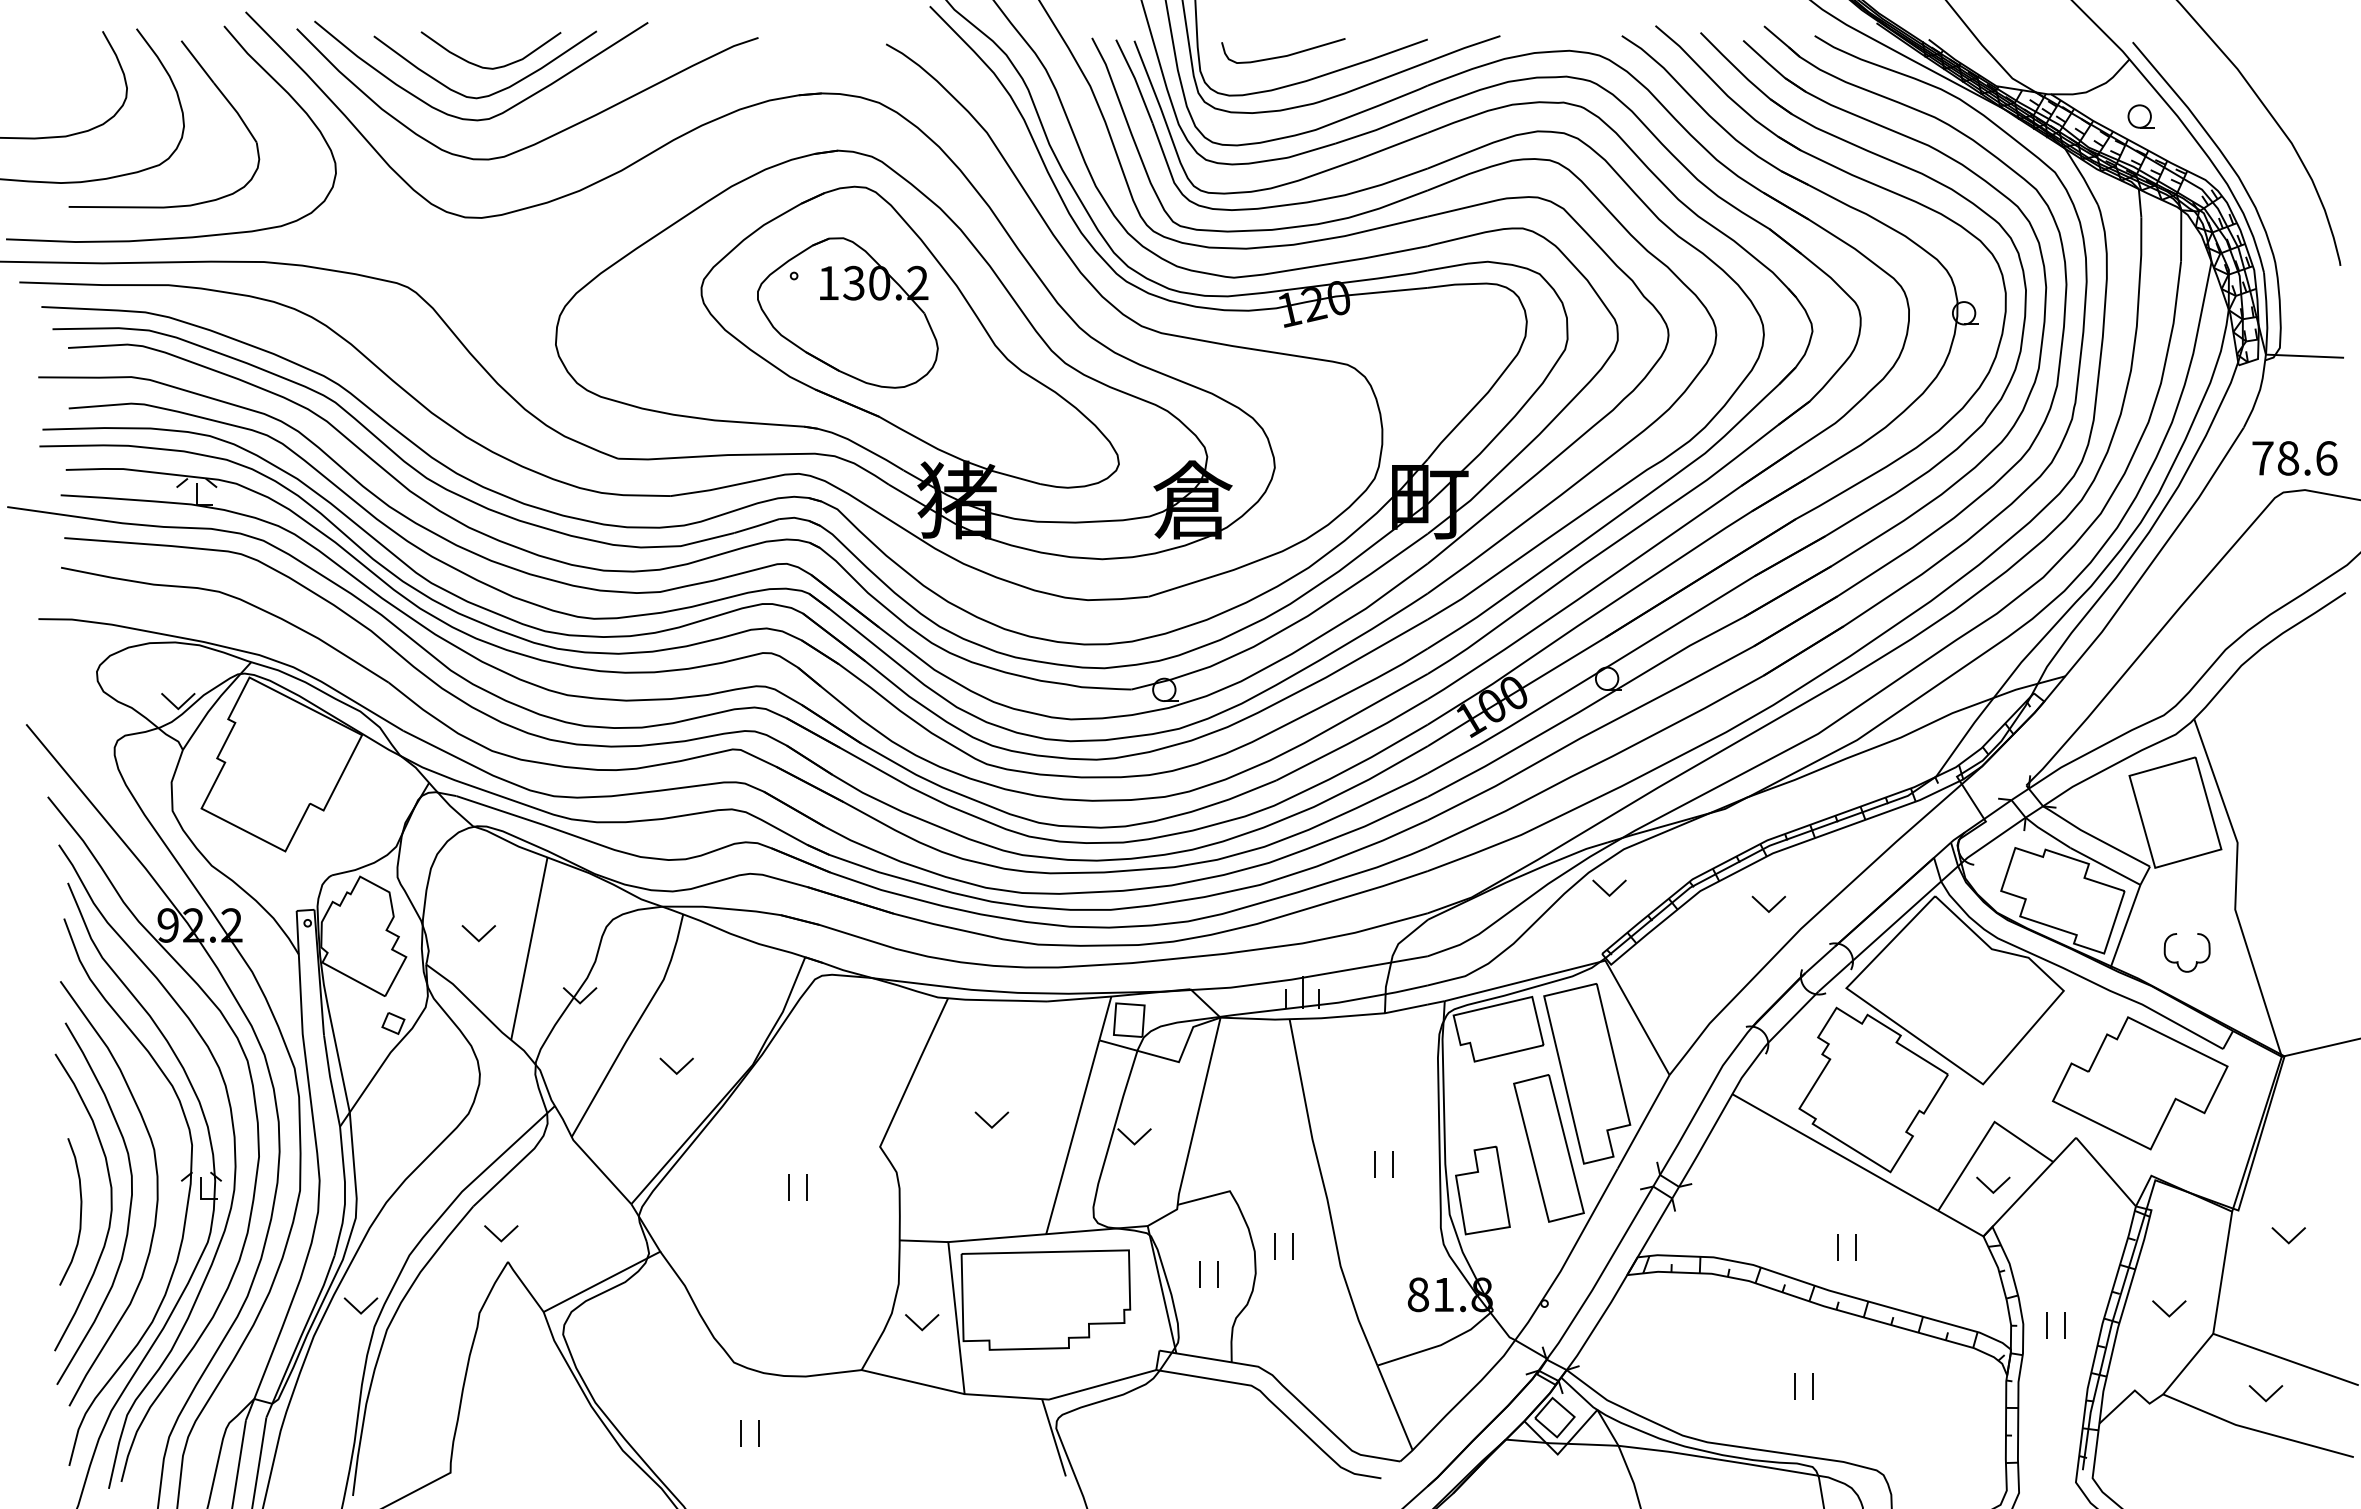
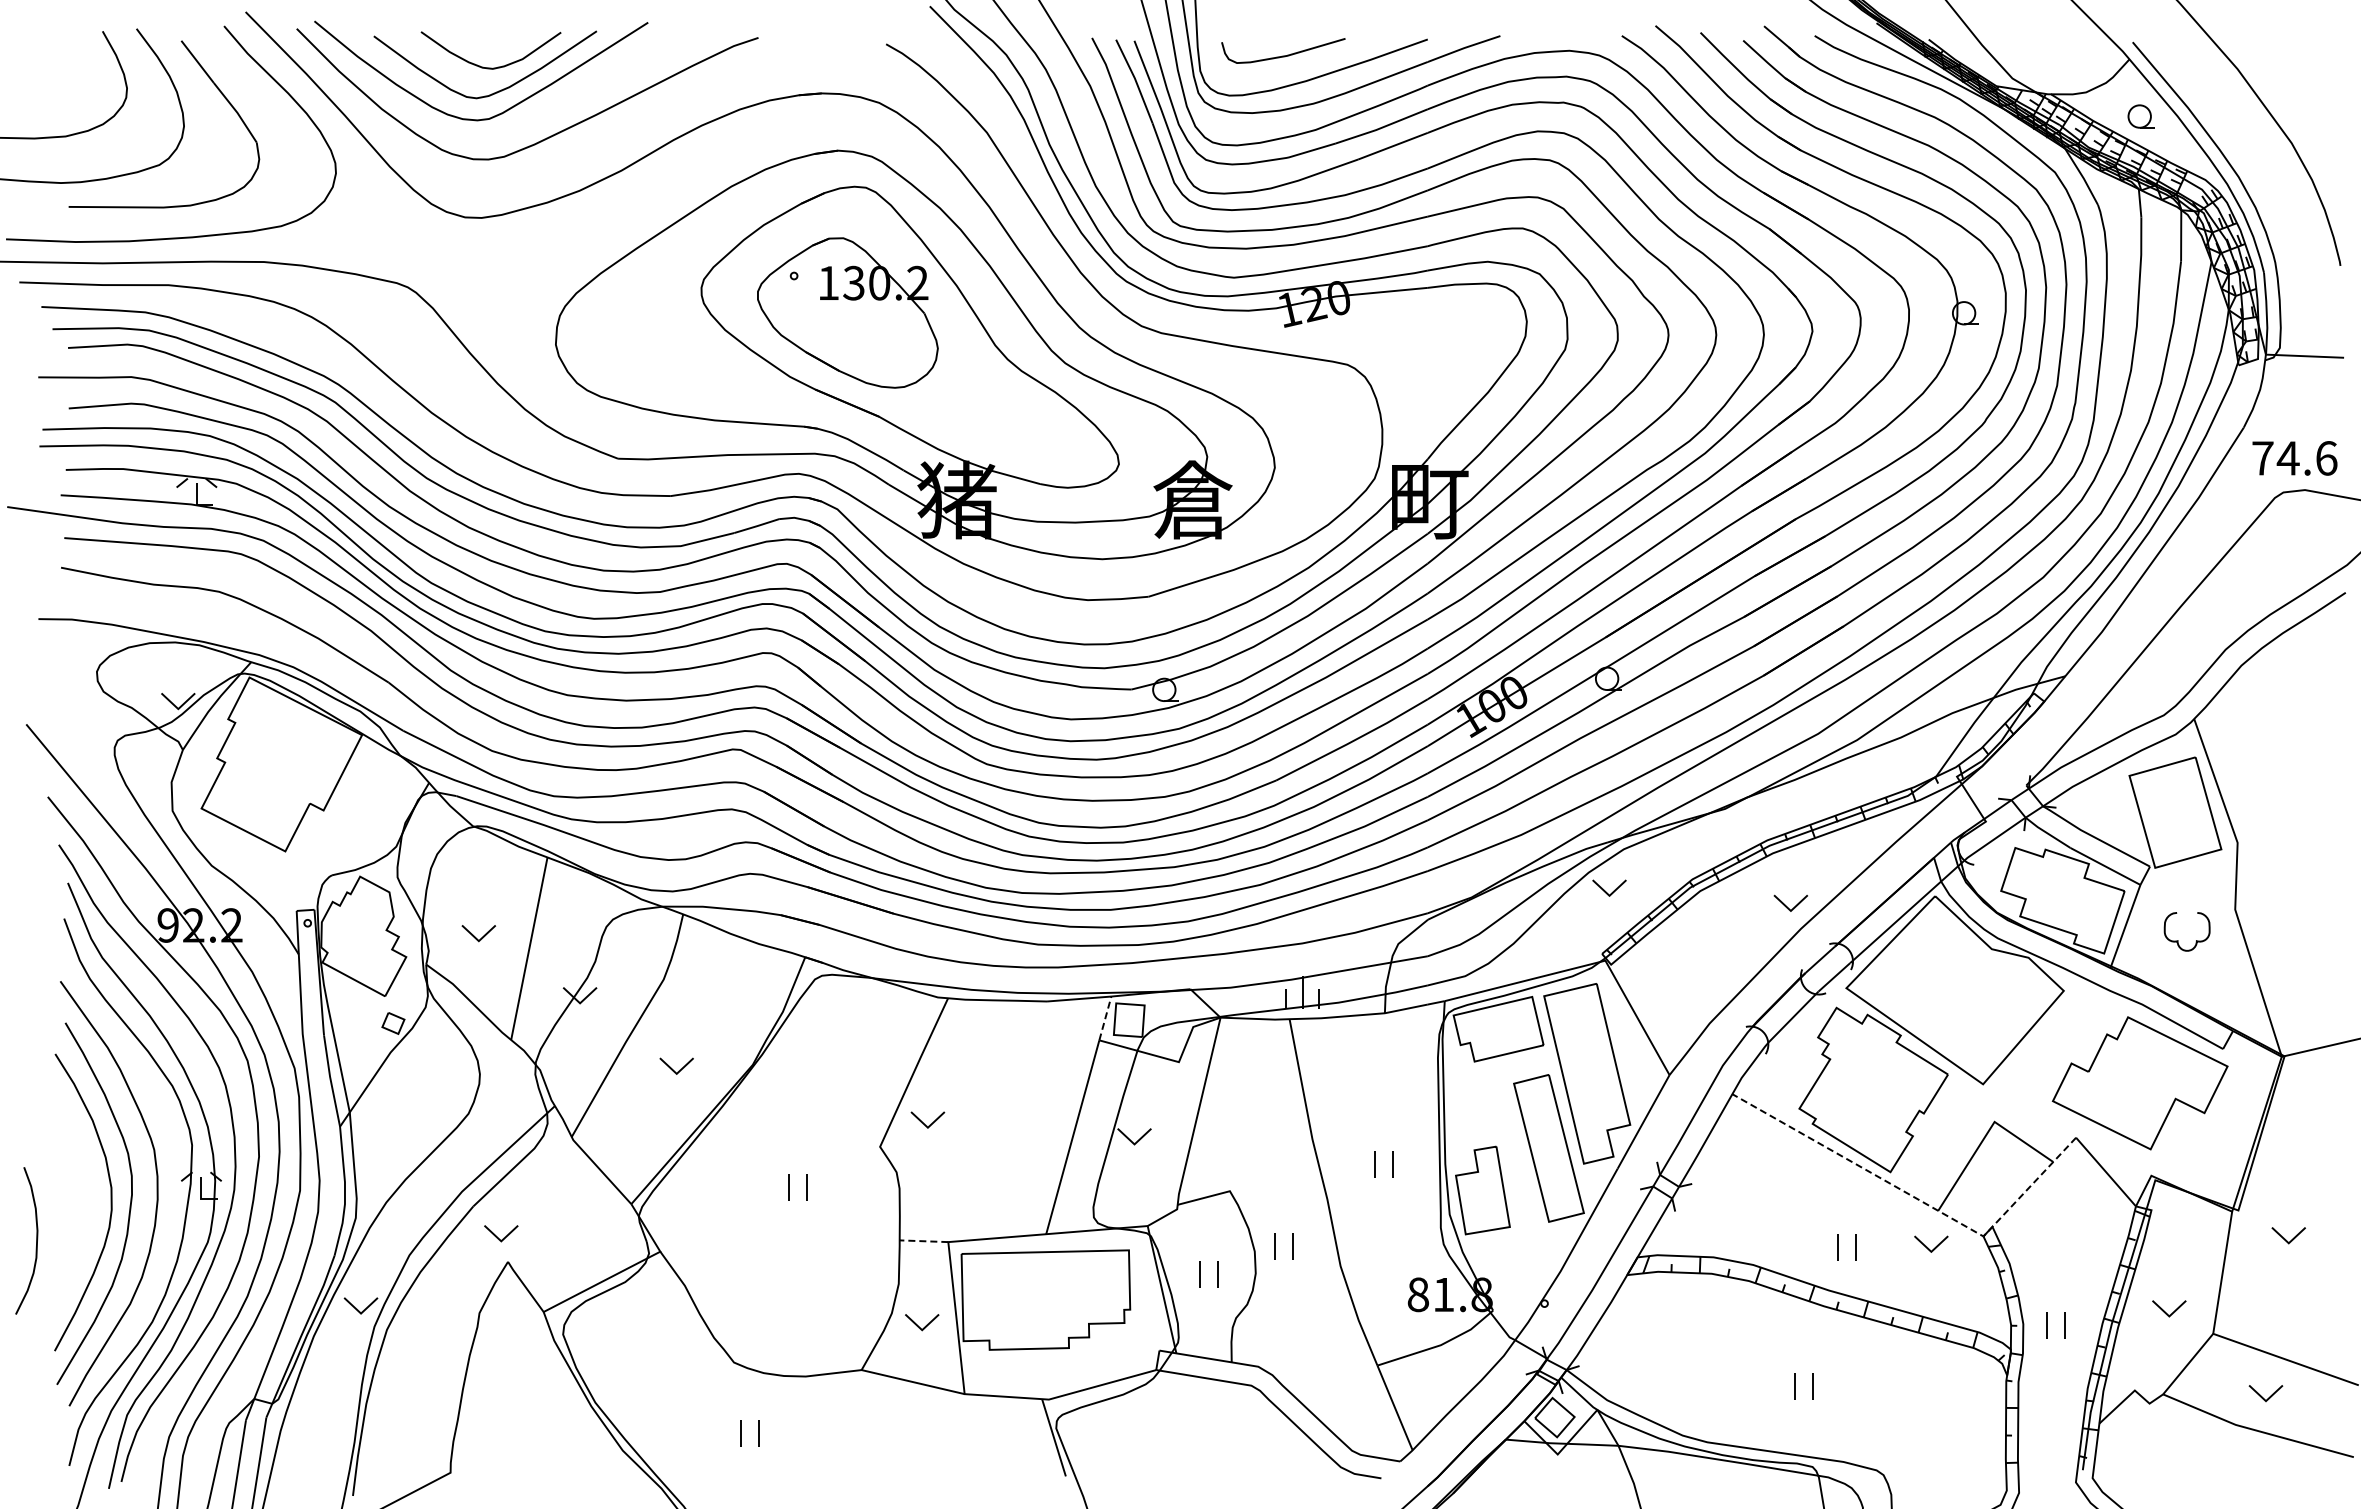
text at (2287, 458): 78.6 -> 74.6
part at (1768, 903) position: (1768, 903) -> (1790, 902)
part at (2178, 961) position: (2178, 961) -> (2178, 940)
line at (1105, 1018): solid -> dashed
part at (991, 1119) position: (991, 1119) -> (927, 1119)
part at (1993, 1184) position: (1993, 1184) -> (1931, 1243)
line at (1918, 1199): solid -> dashed
curve at (80, 1211) position: (80, 1211) -> (36, 1240)
line at (923, 1241): solid -> dashed
